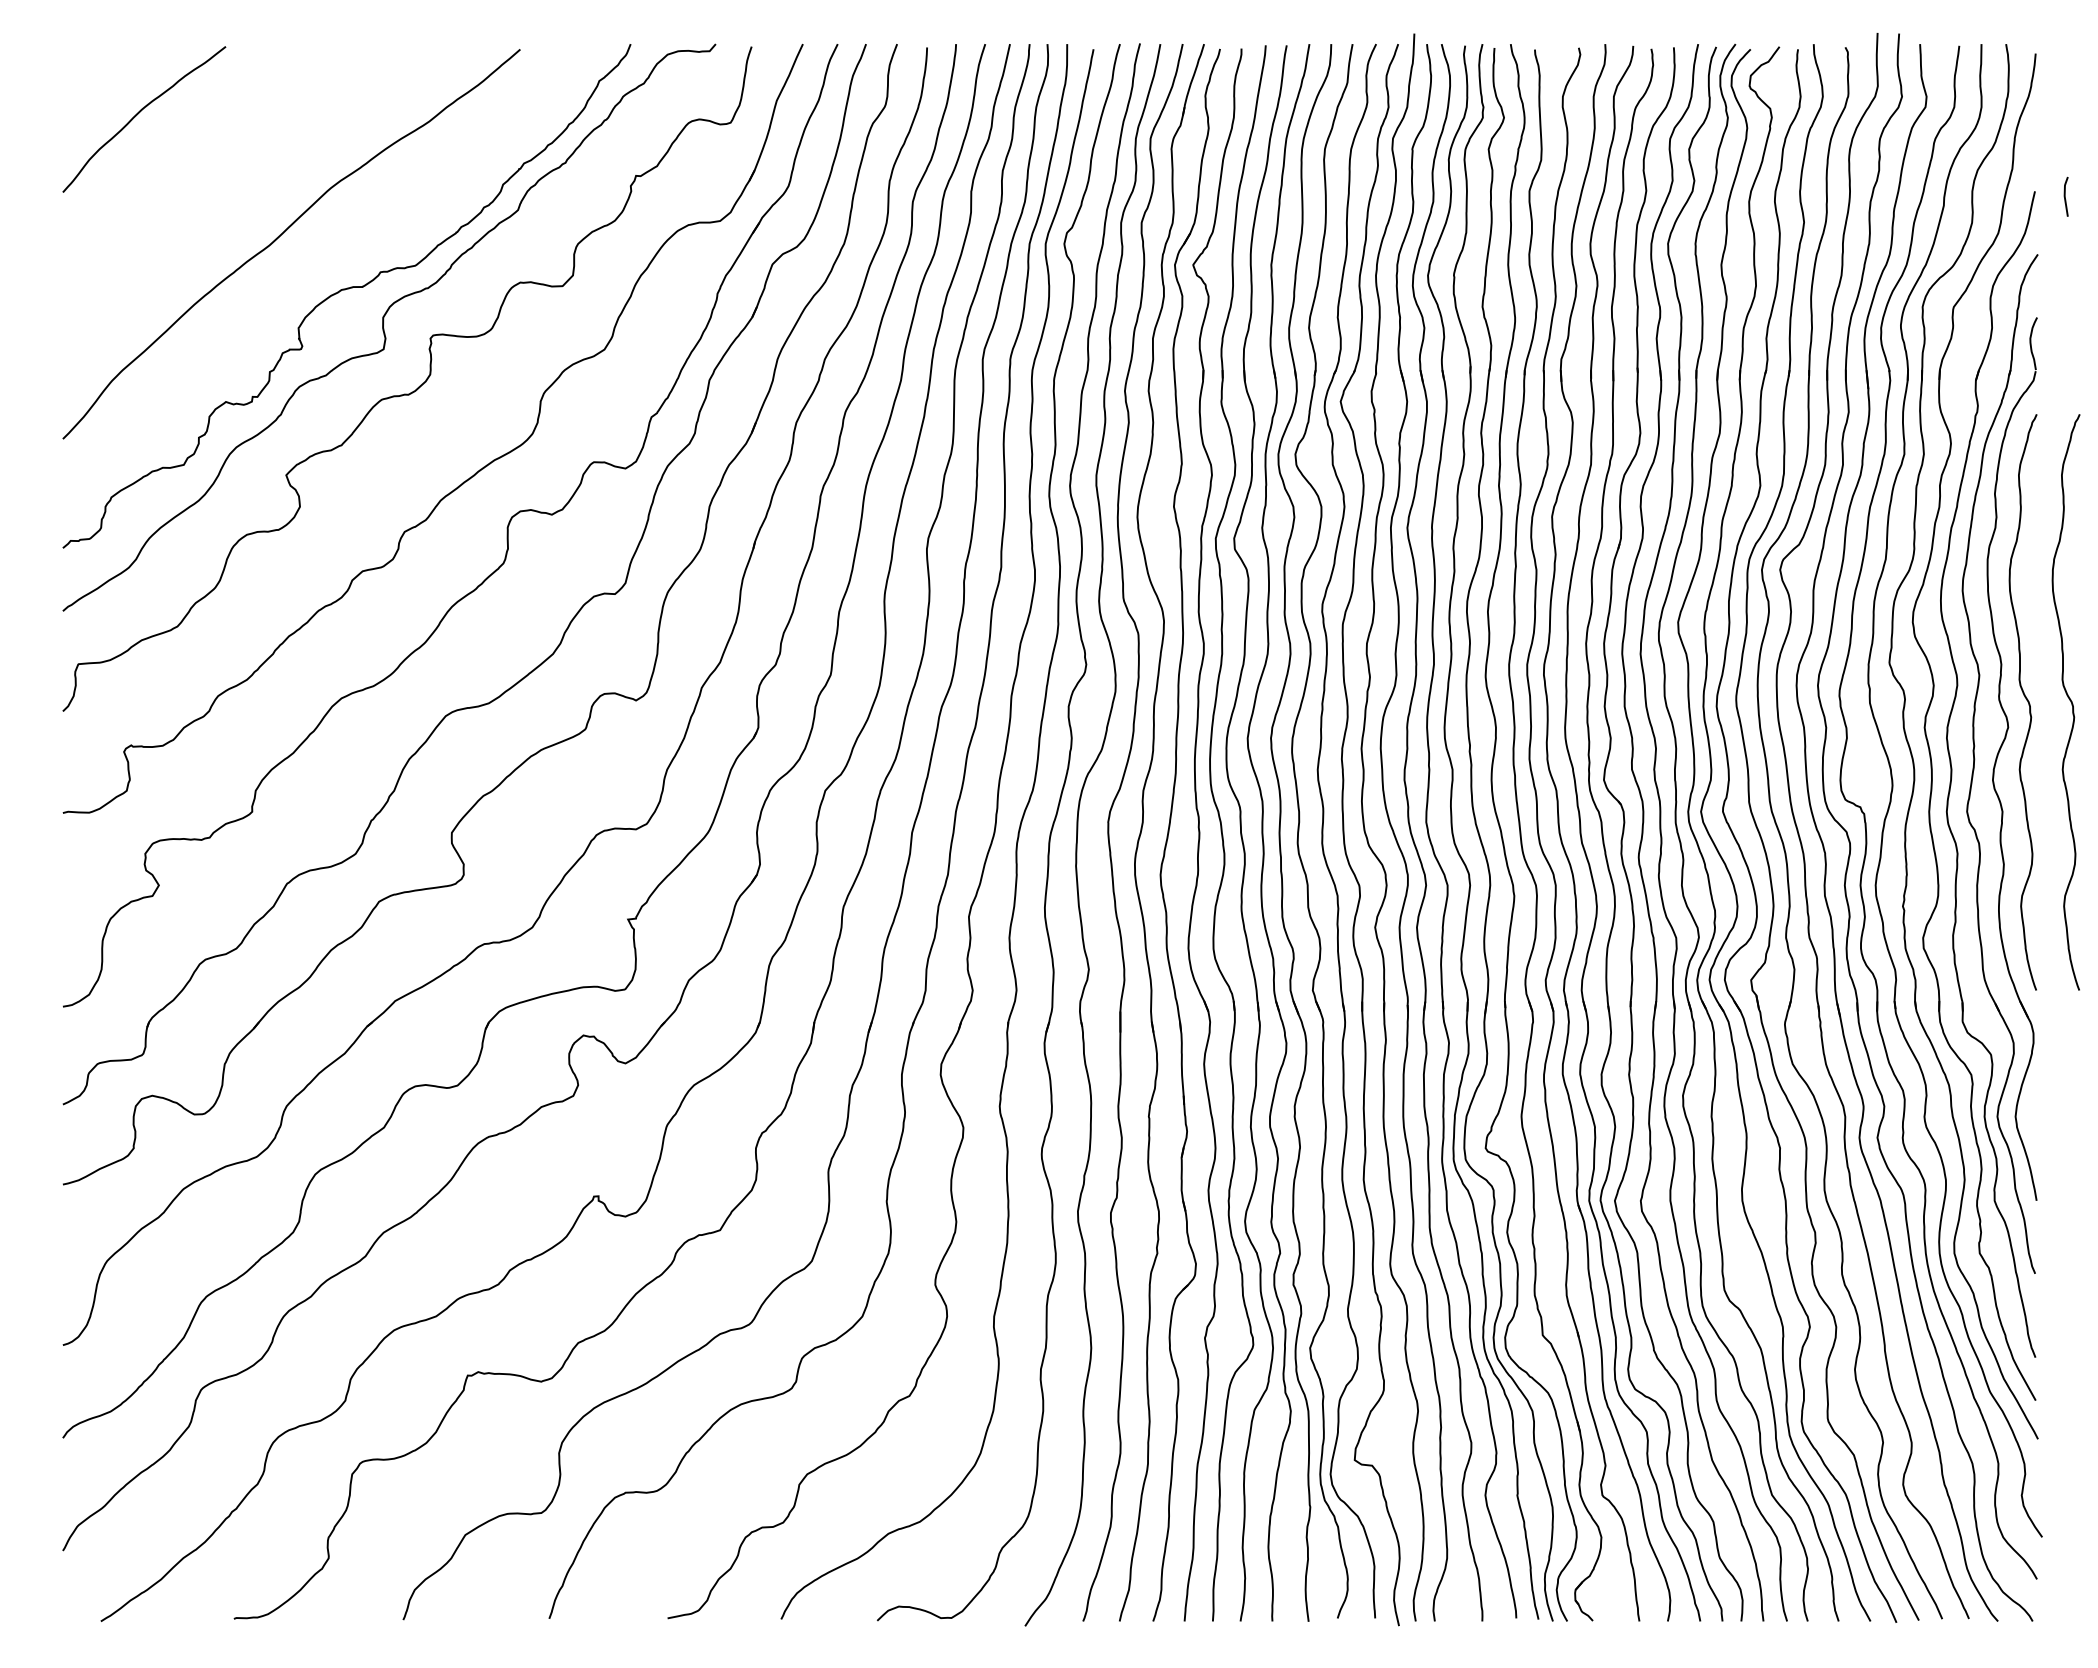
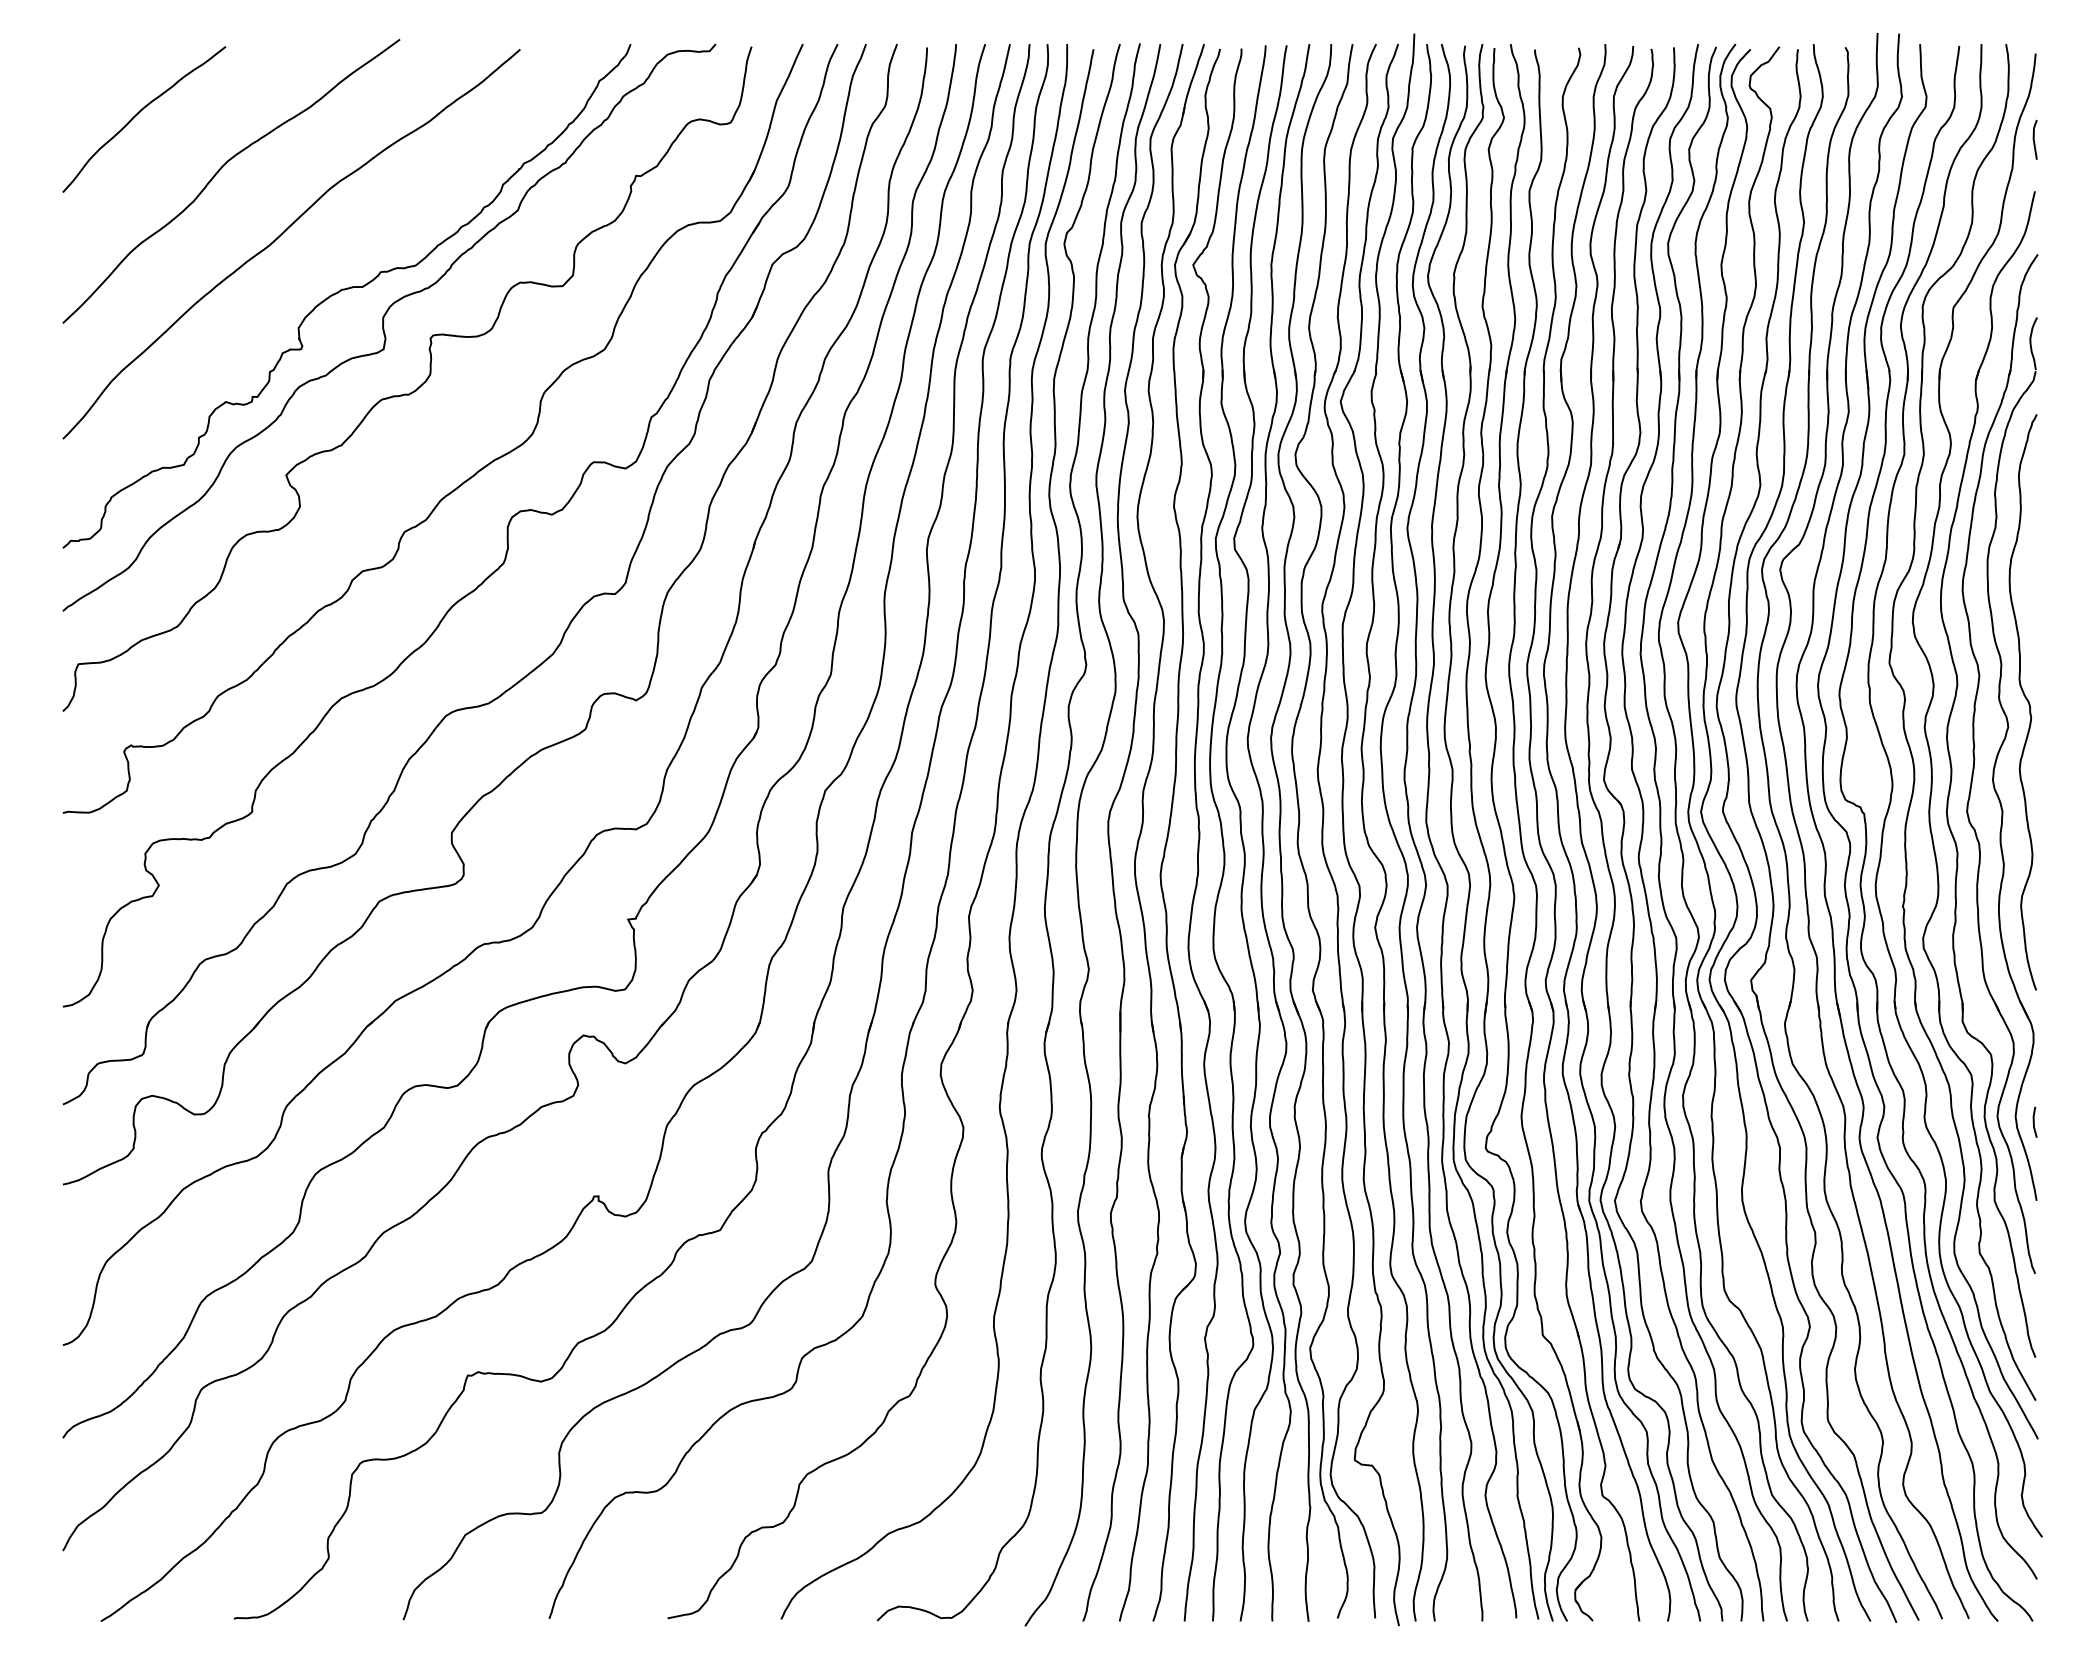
curve at (220, 170): none -> present
curve at (2065, 196) position: (2065, 196) -> (2034, 139)
curve at (2069, 700): present -> none
line at (2034, 1121): none -> present
